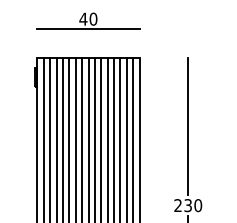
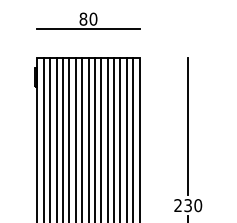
text at (83, 18): 40 -> 80
